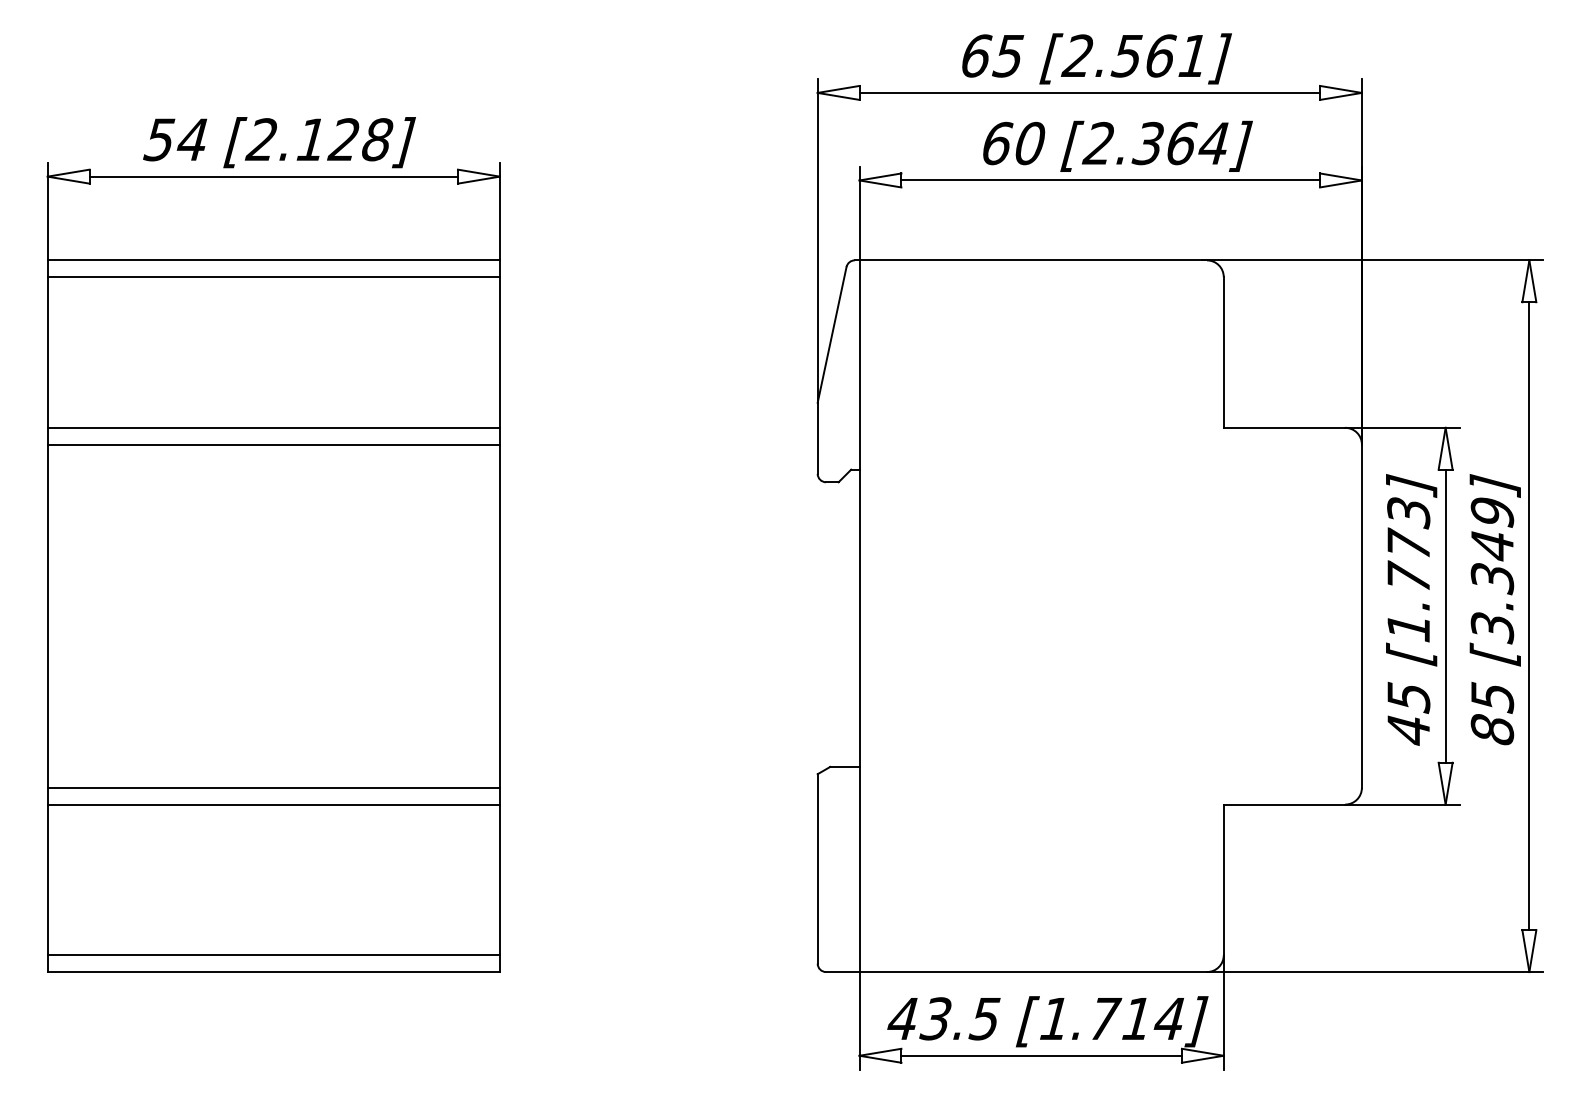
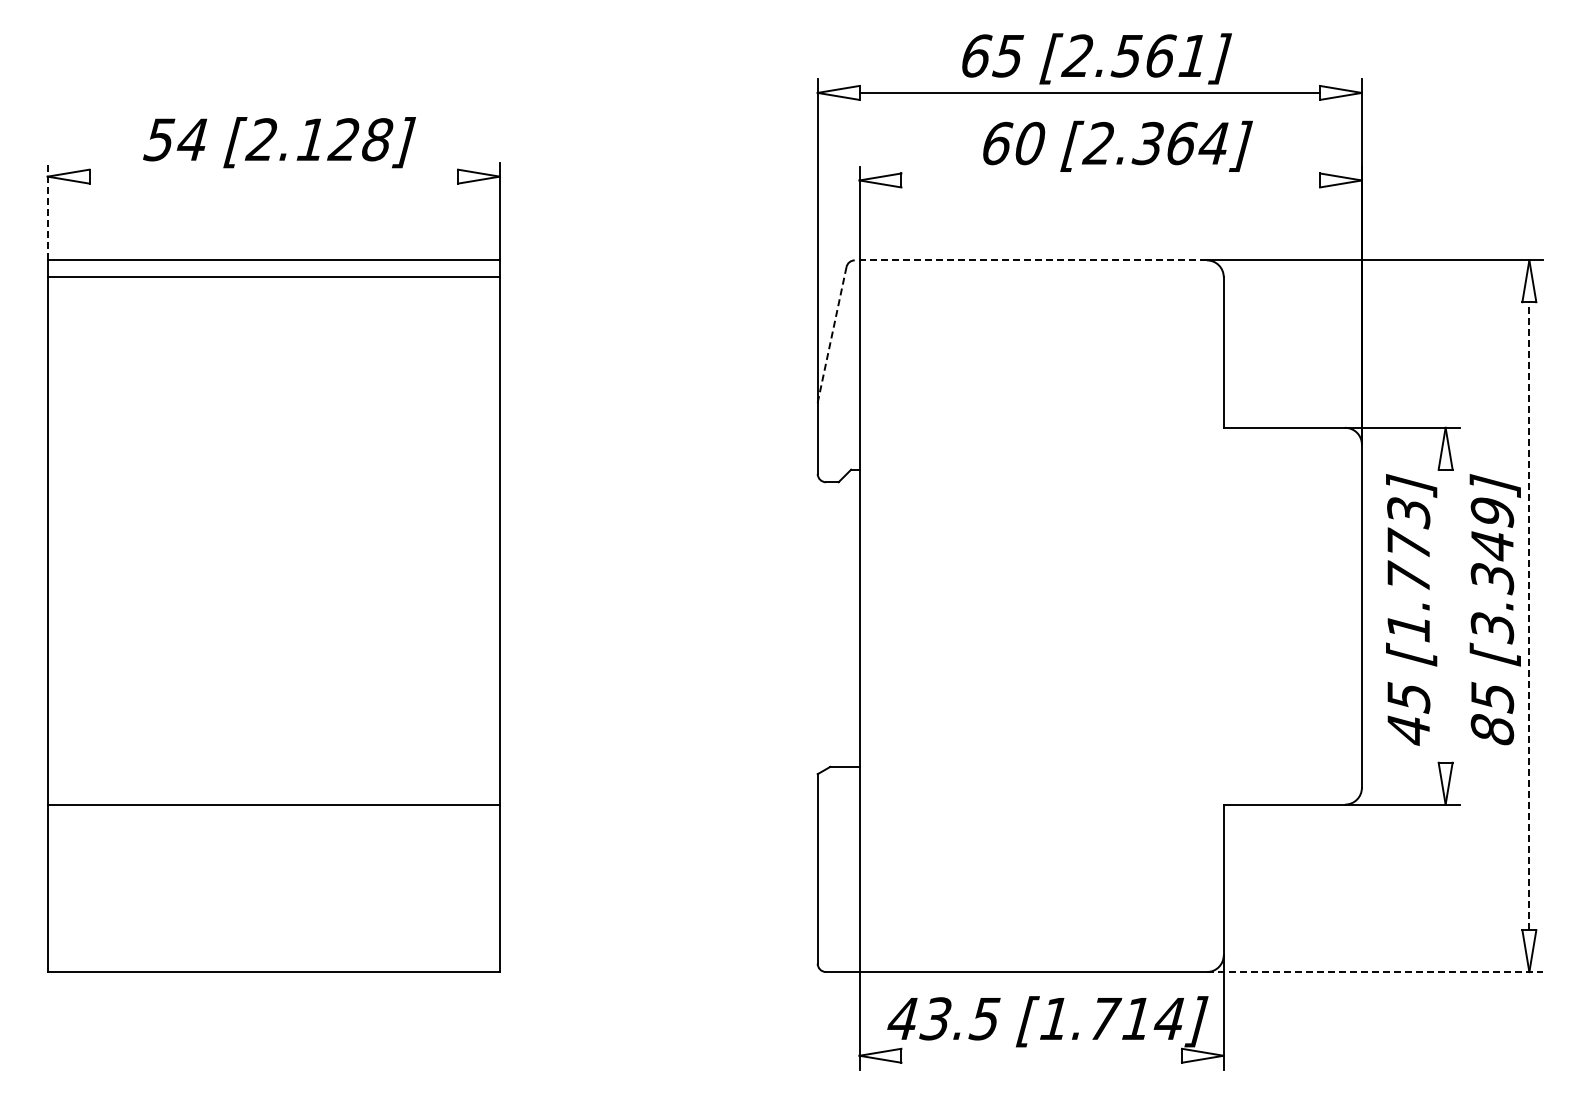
line at (273, 176): present -> none
line at (1110, 180): present -> none
line at (47, 211): solid -> dashed
line at (1030, 260): solid -> dashed
line at (832, 335): solid -> dashed
line at (273, 427): present -> none
line at (273, 444): present -> none
line at (1445, 615): present -> none
line at (1529, 616): solid -> dashed
line at (273, 787): present -> none
line at (273, 955): present -> none
line at (1375, 972): solid -> dashed
line at (1041, 1055): present -> none
